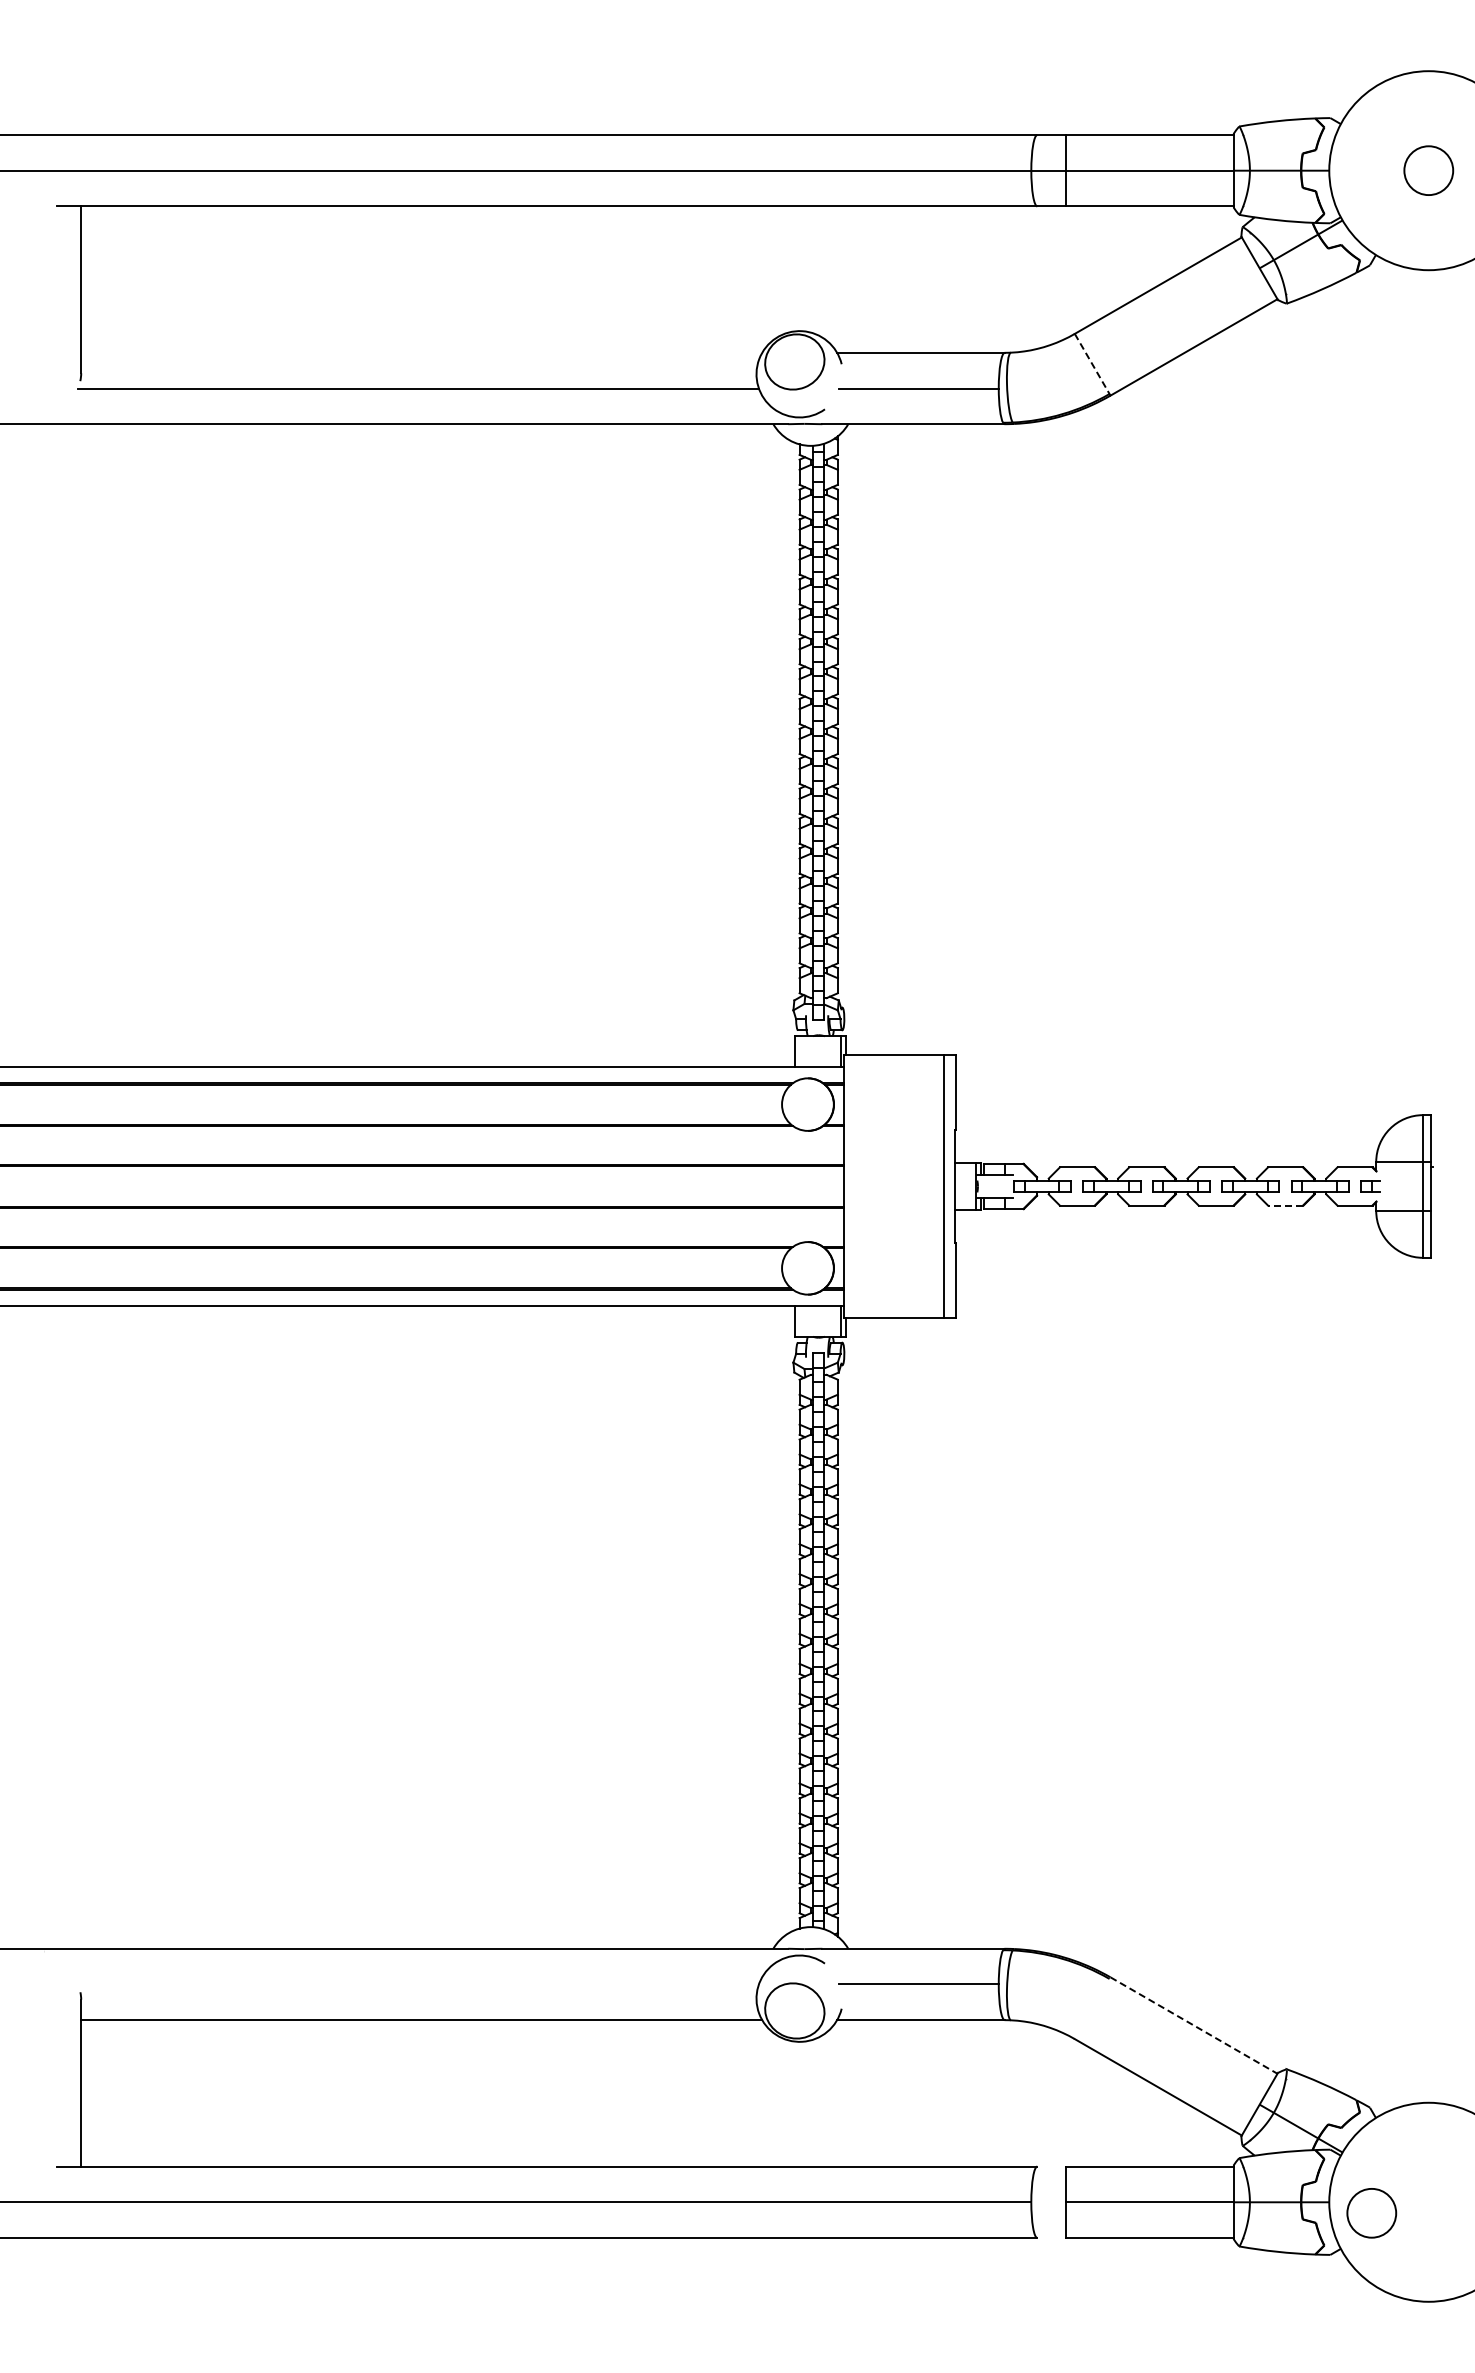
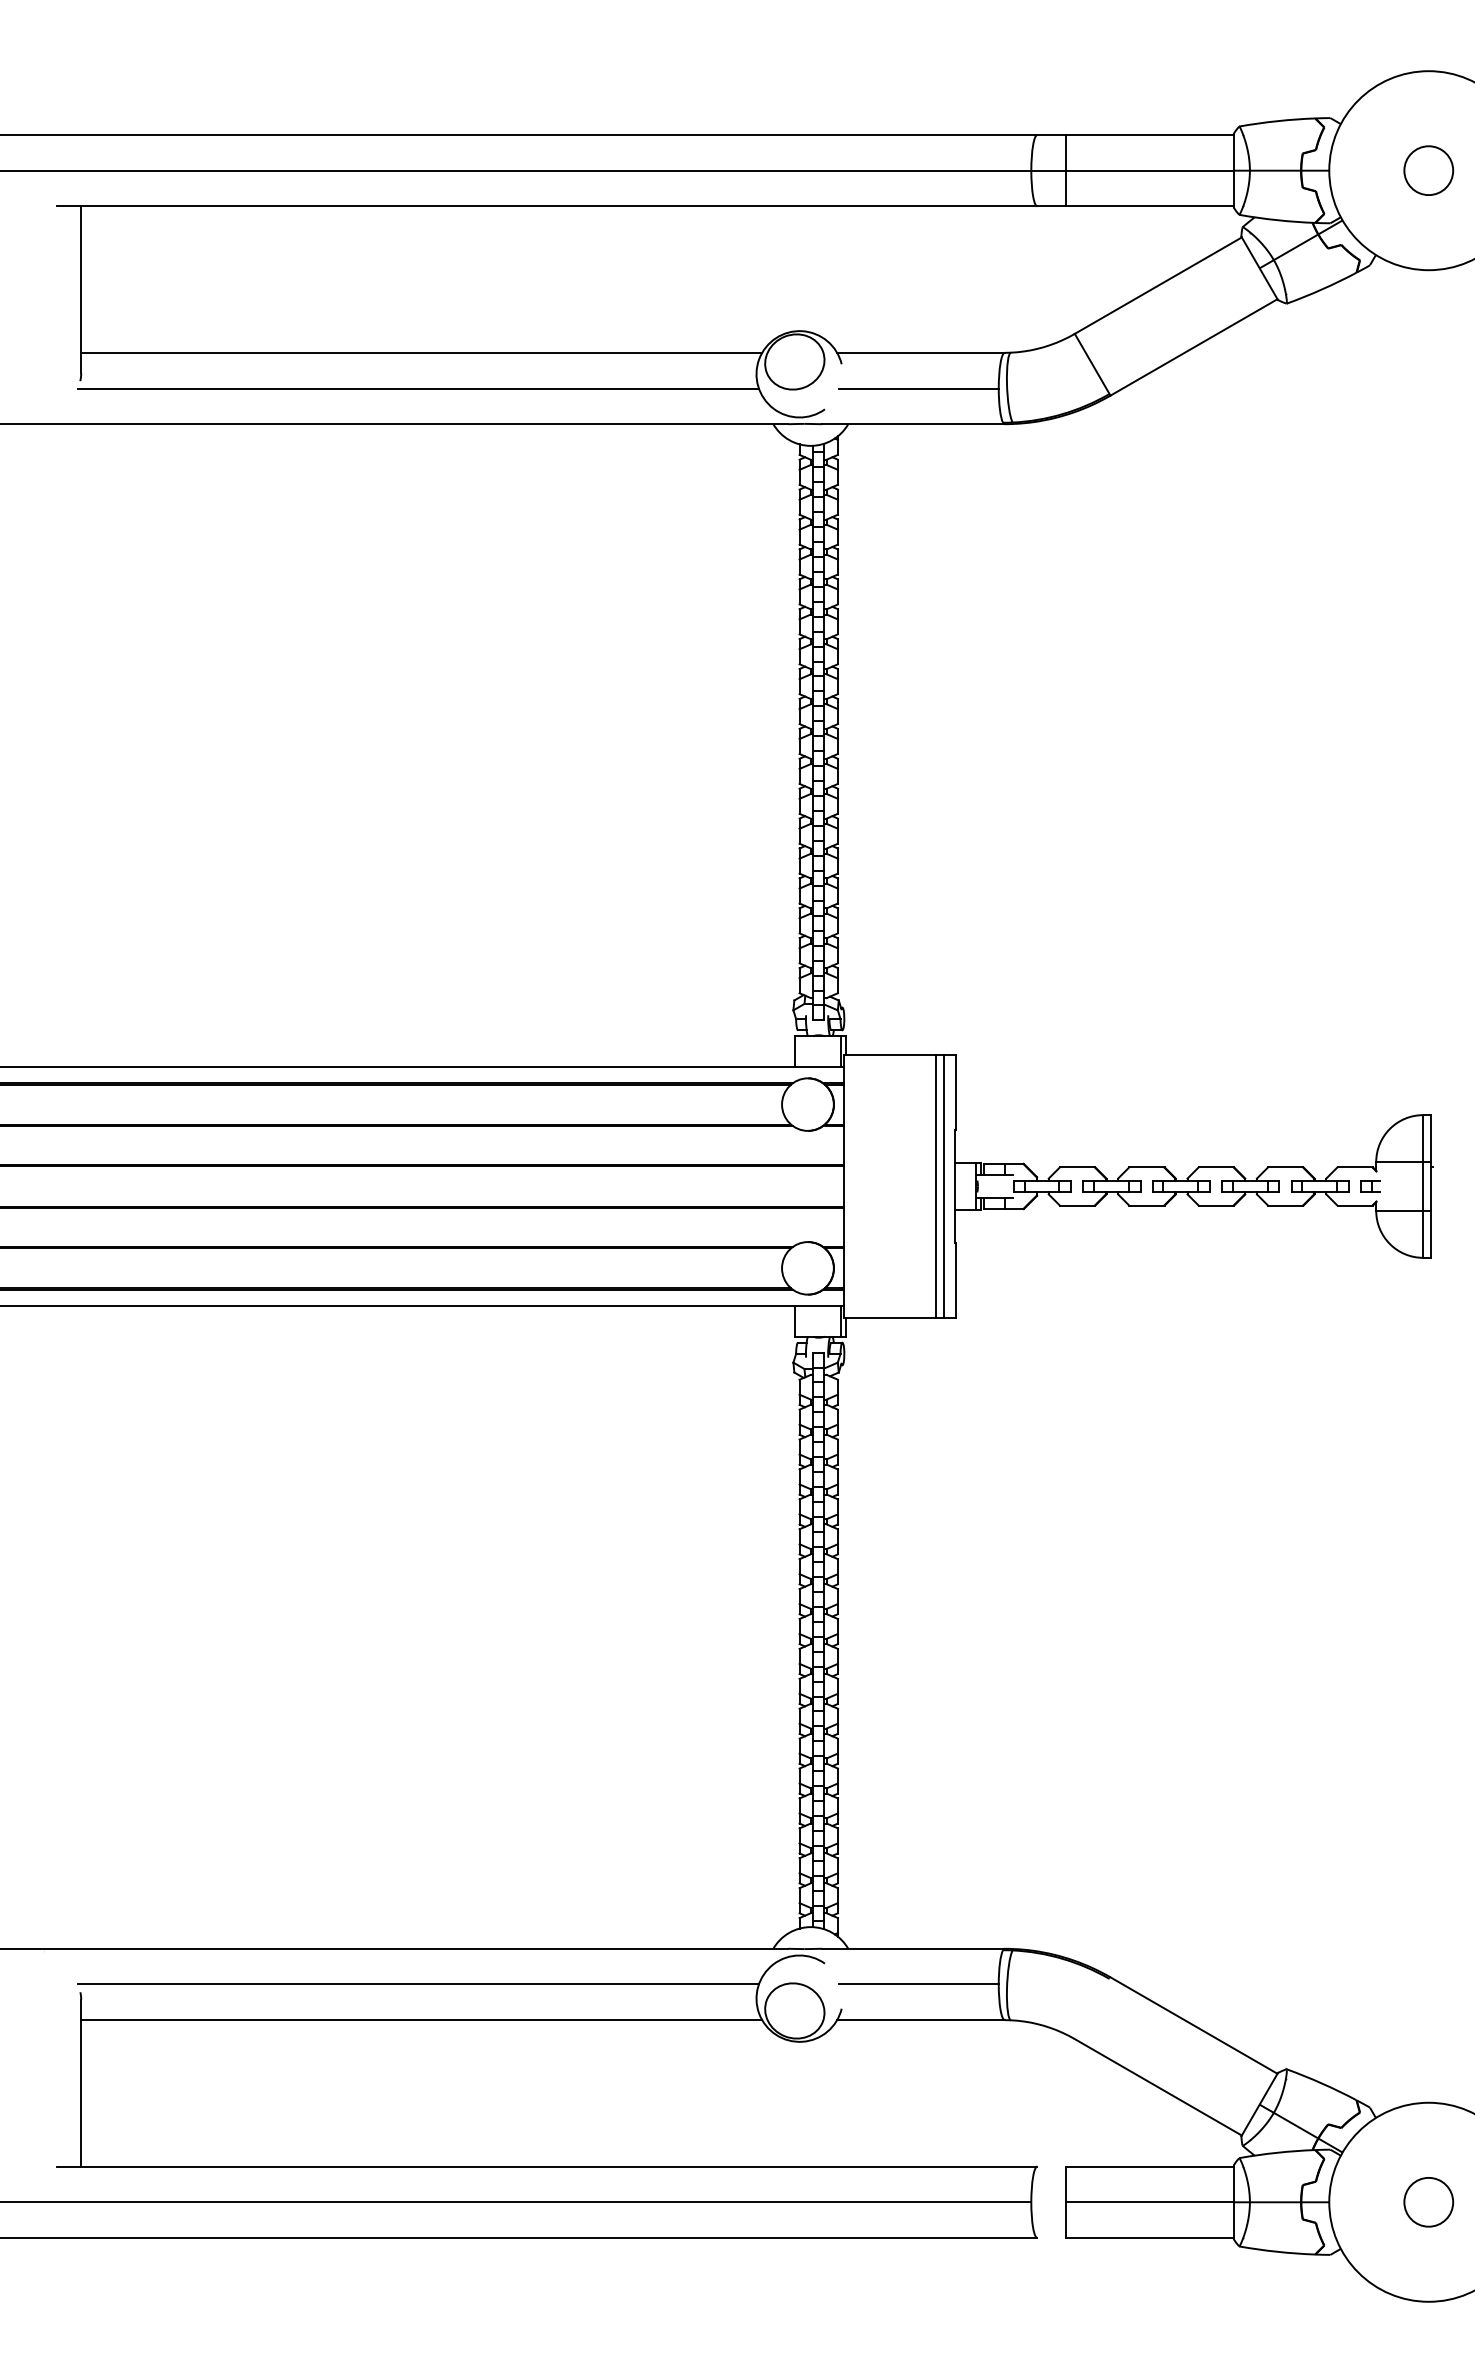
line at (421, 352): none -> present
line at (1092, 364): dashed -> solid
line at (936, 1186): none -> present
line at (1285, 1205): dashed -> solid
line at (417, 1984): none -> present
line at (1194, 2025): dashed -> solid
circle at (1371, 2213) position: (1371, 2213) -> (1428, 2202)
